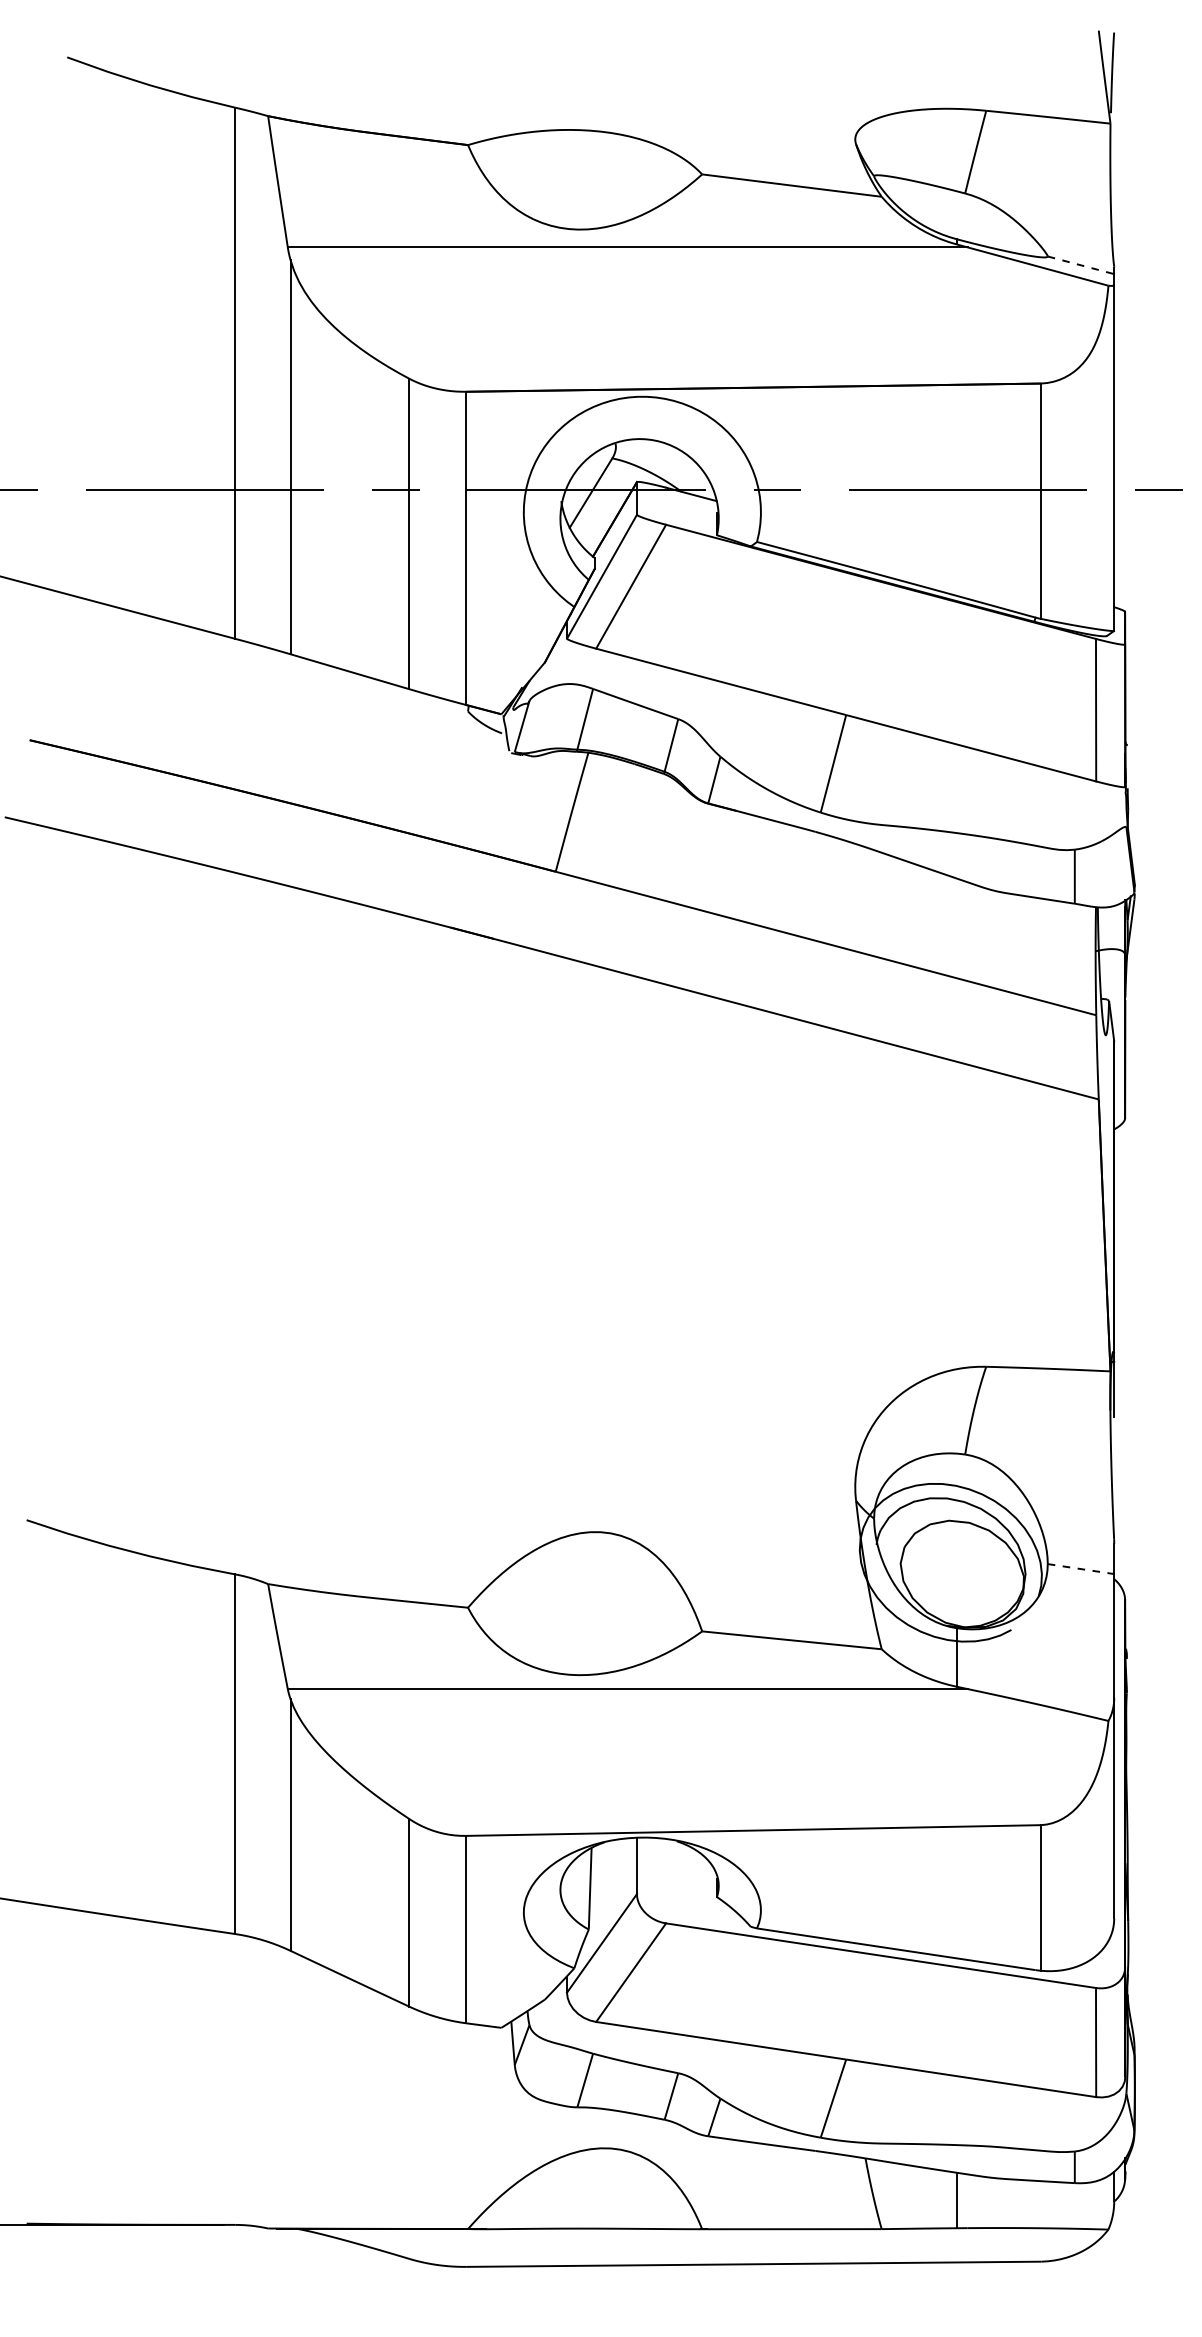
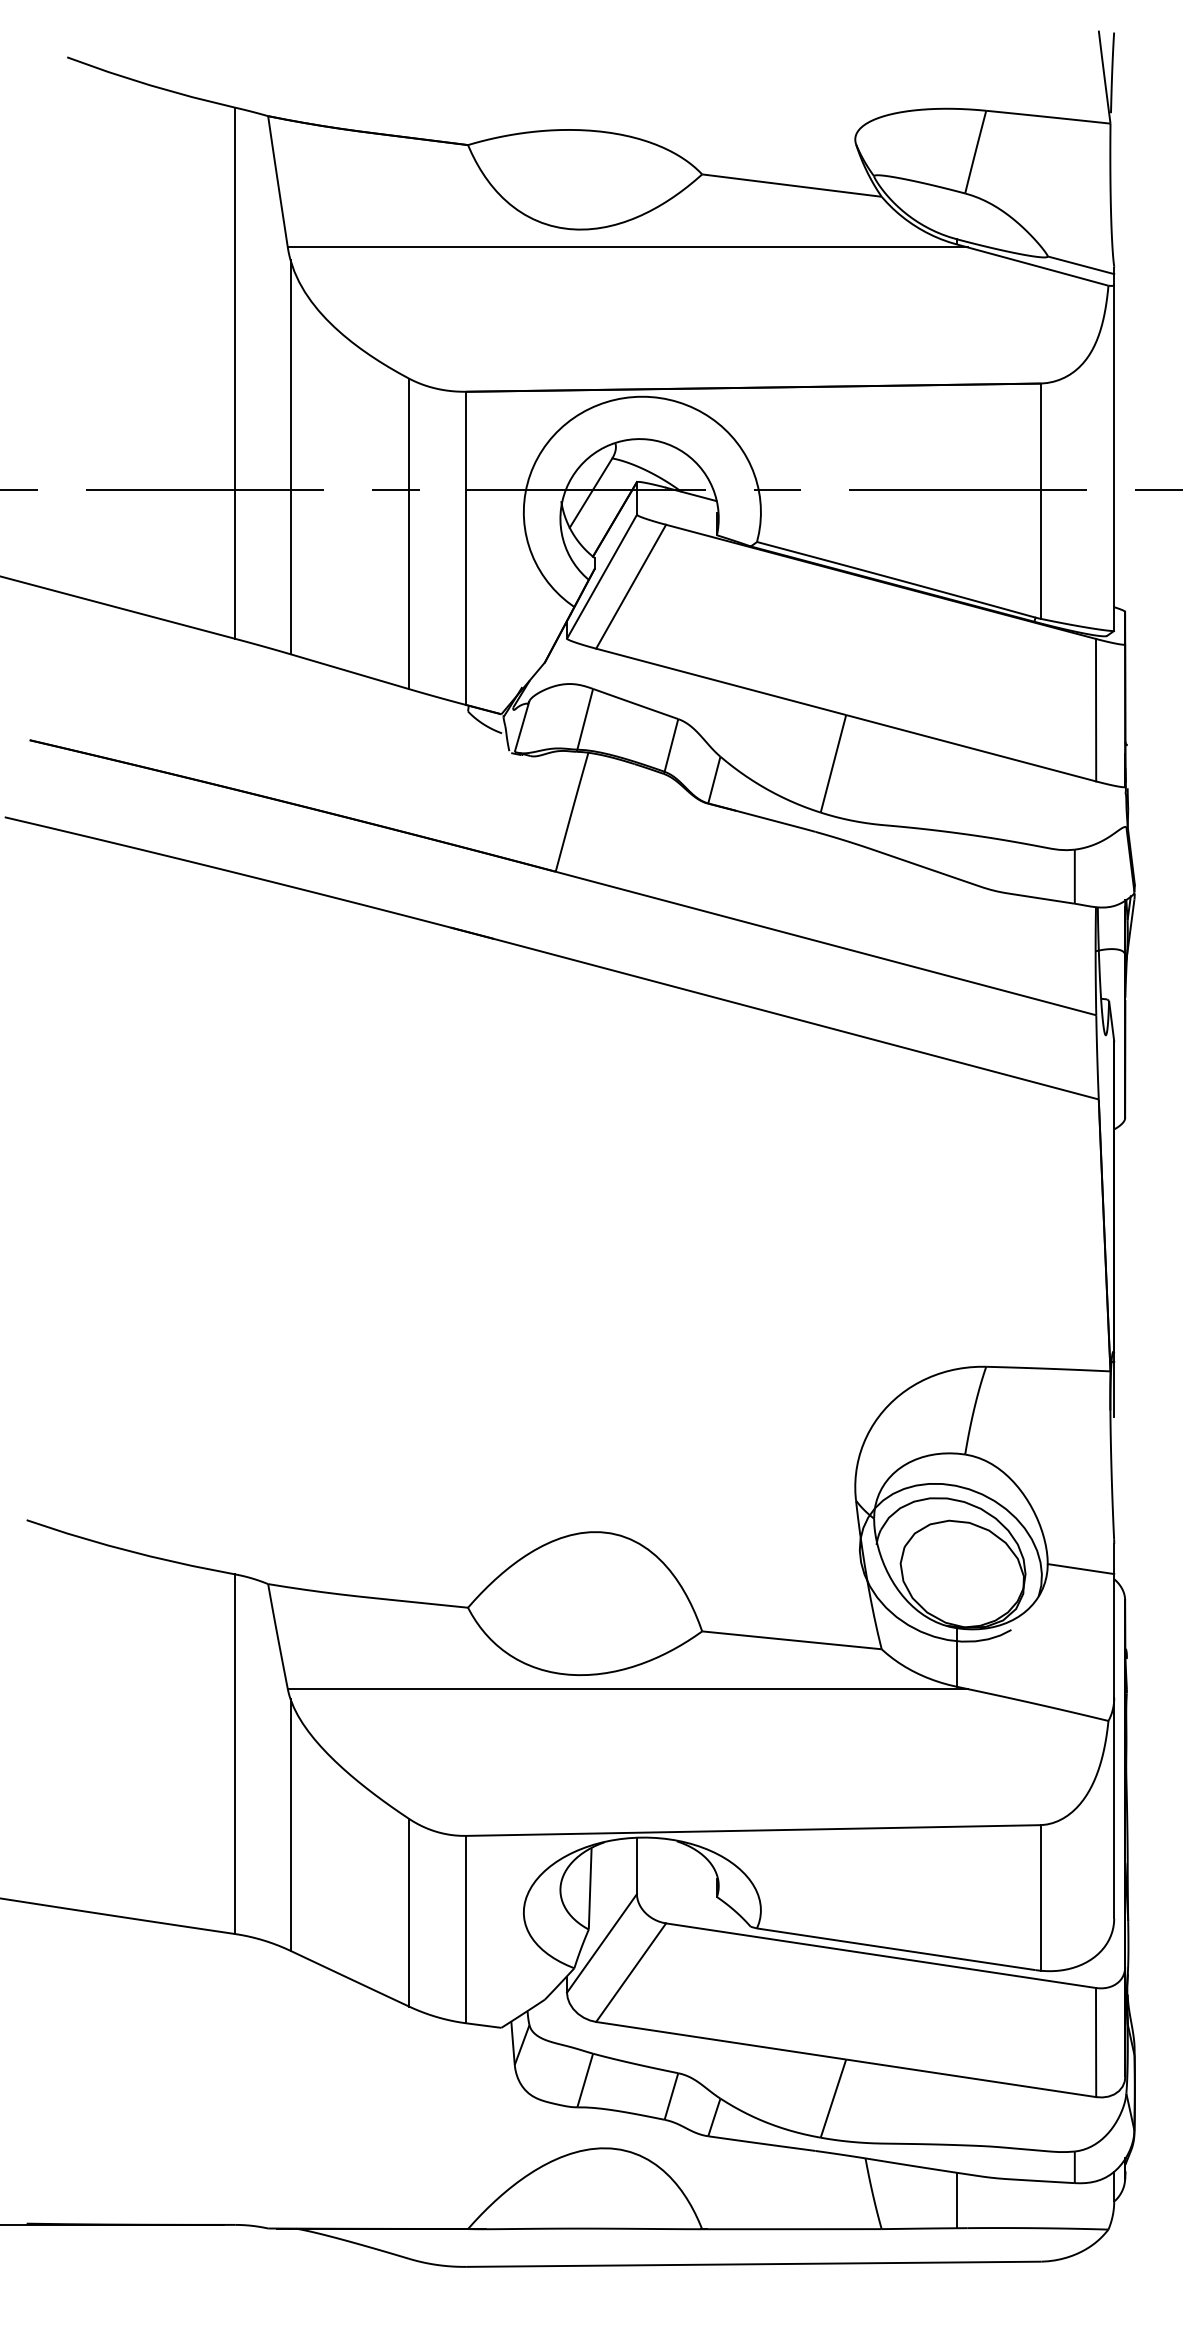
line at (1081, 265): dashed -> solid
line at (1081, 1569): dashed -> solid
